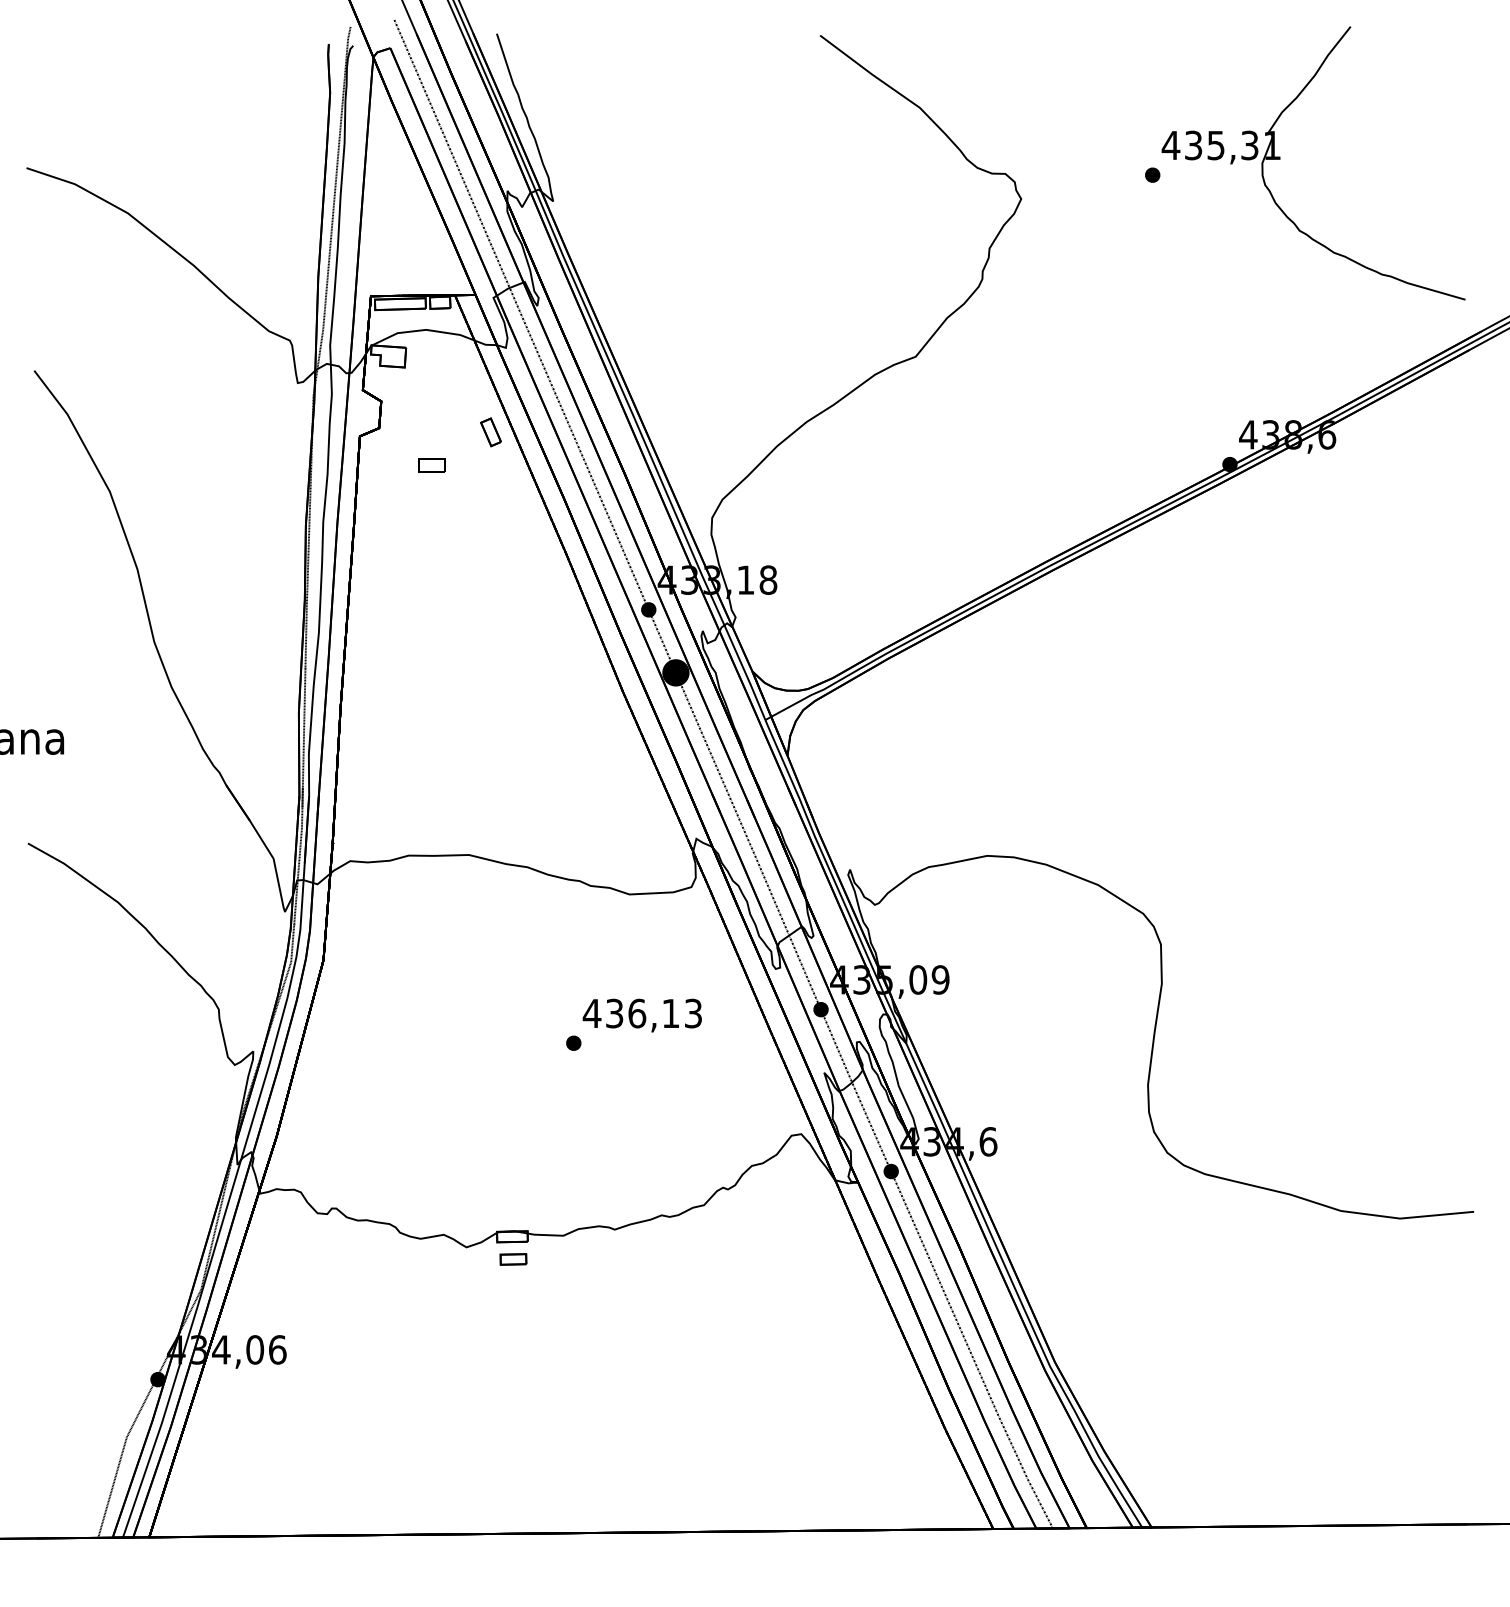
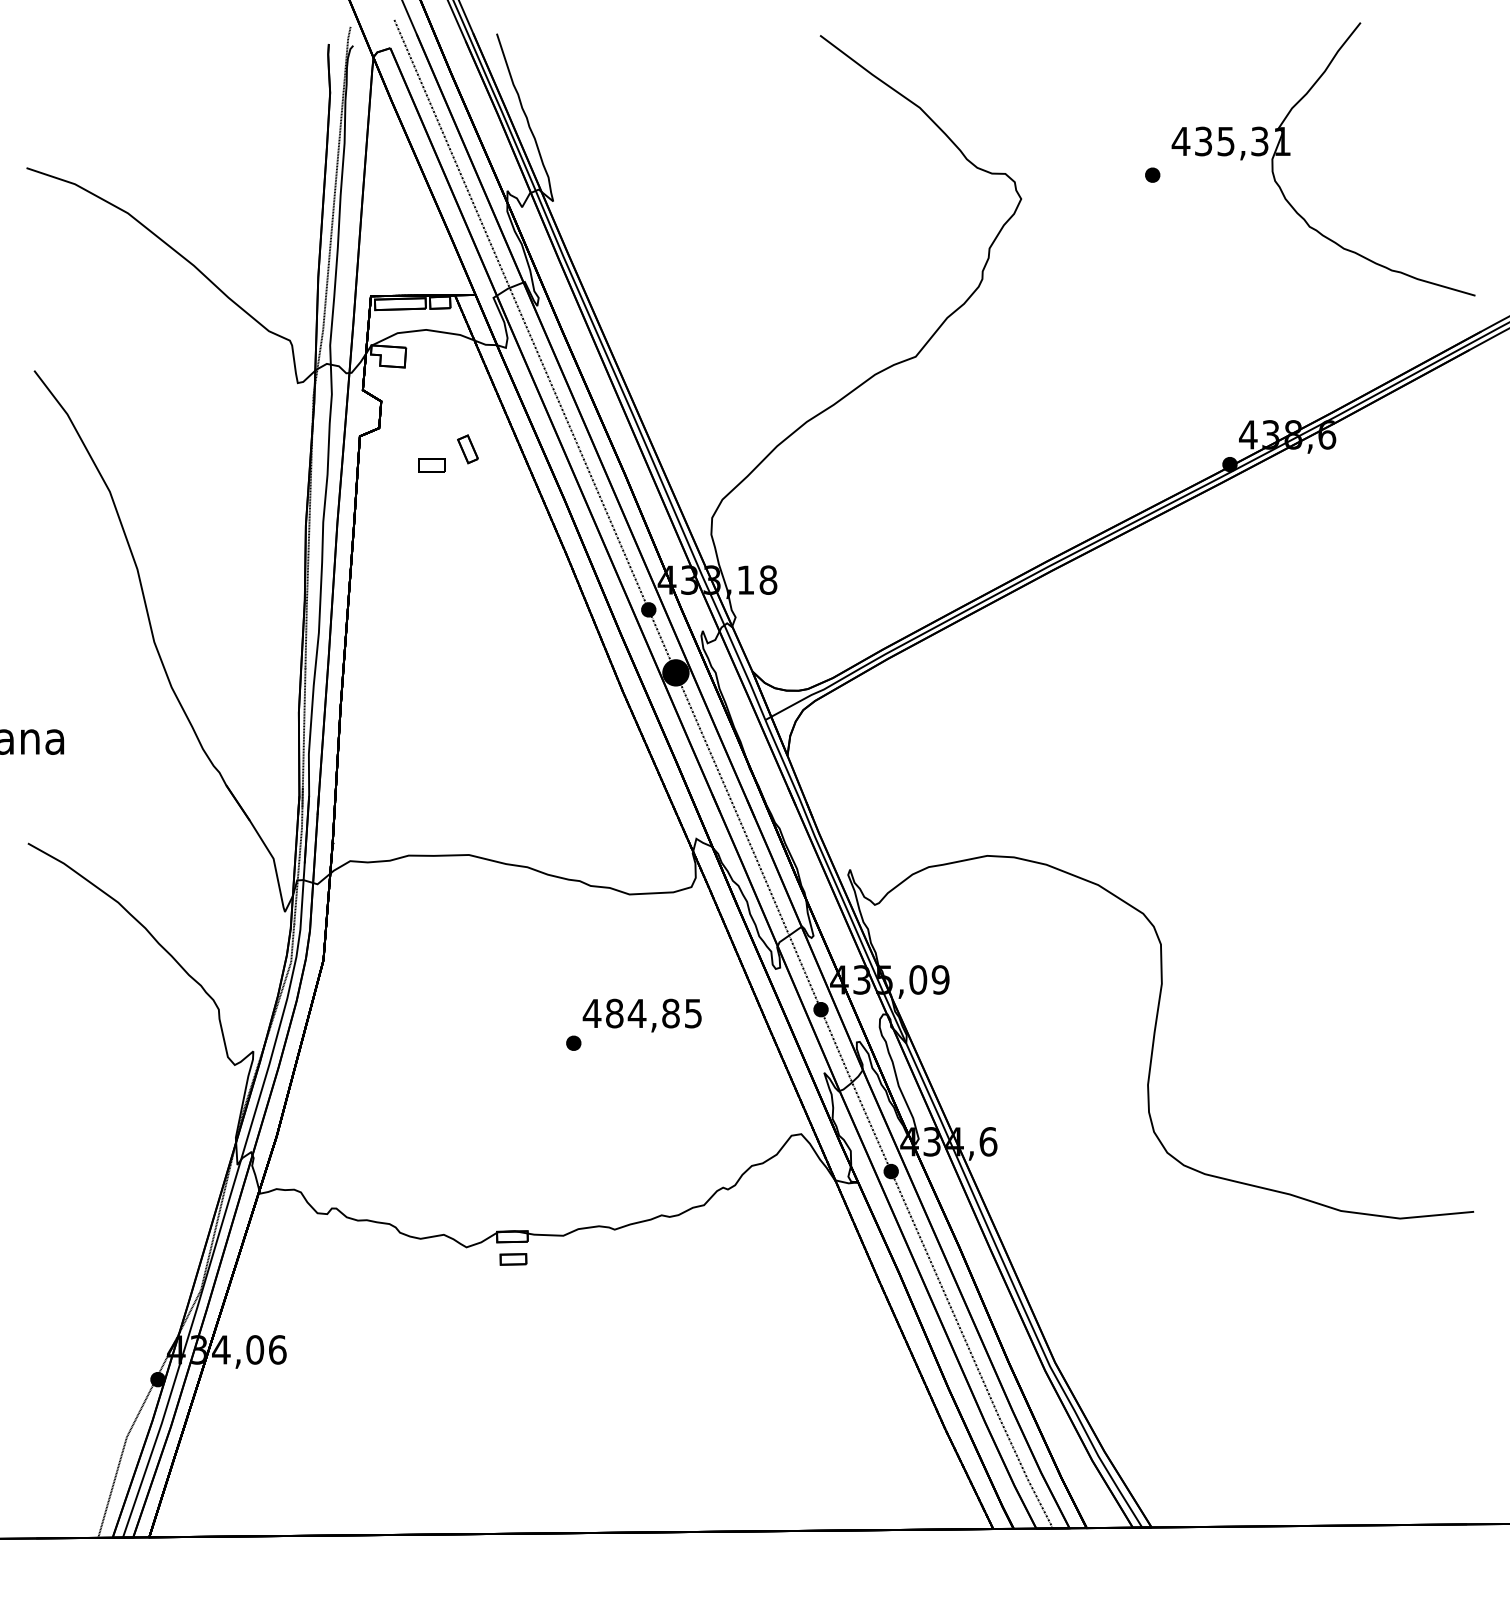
part at (1280, 159) position: (1280, 159) -> (1290, 155)
part at (490, 432) position: (490, 432) -> (467, 449)
text at (653, 1013): 436,13 -> 484,85
